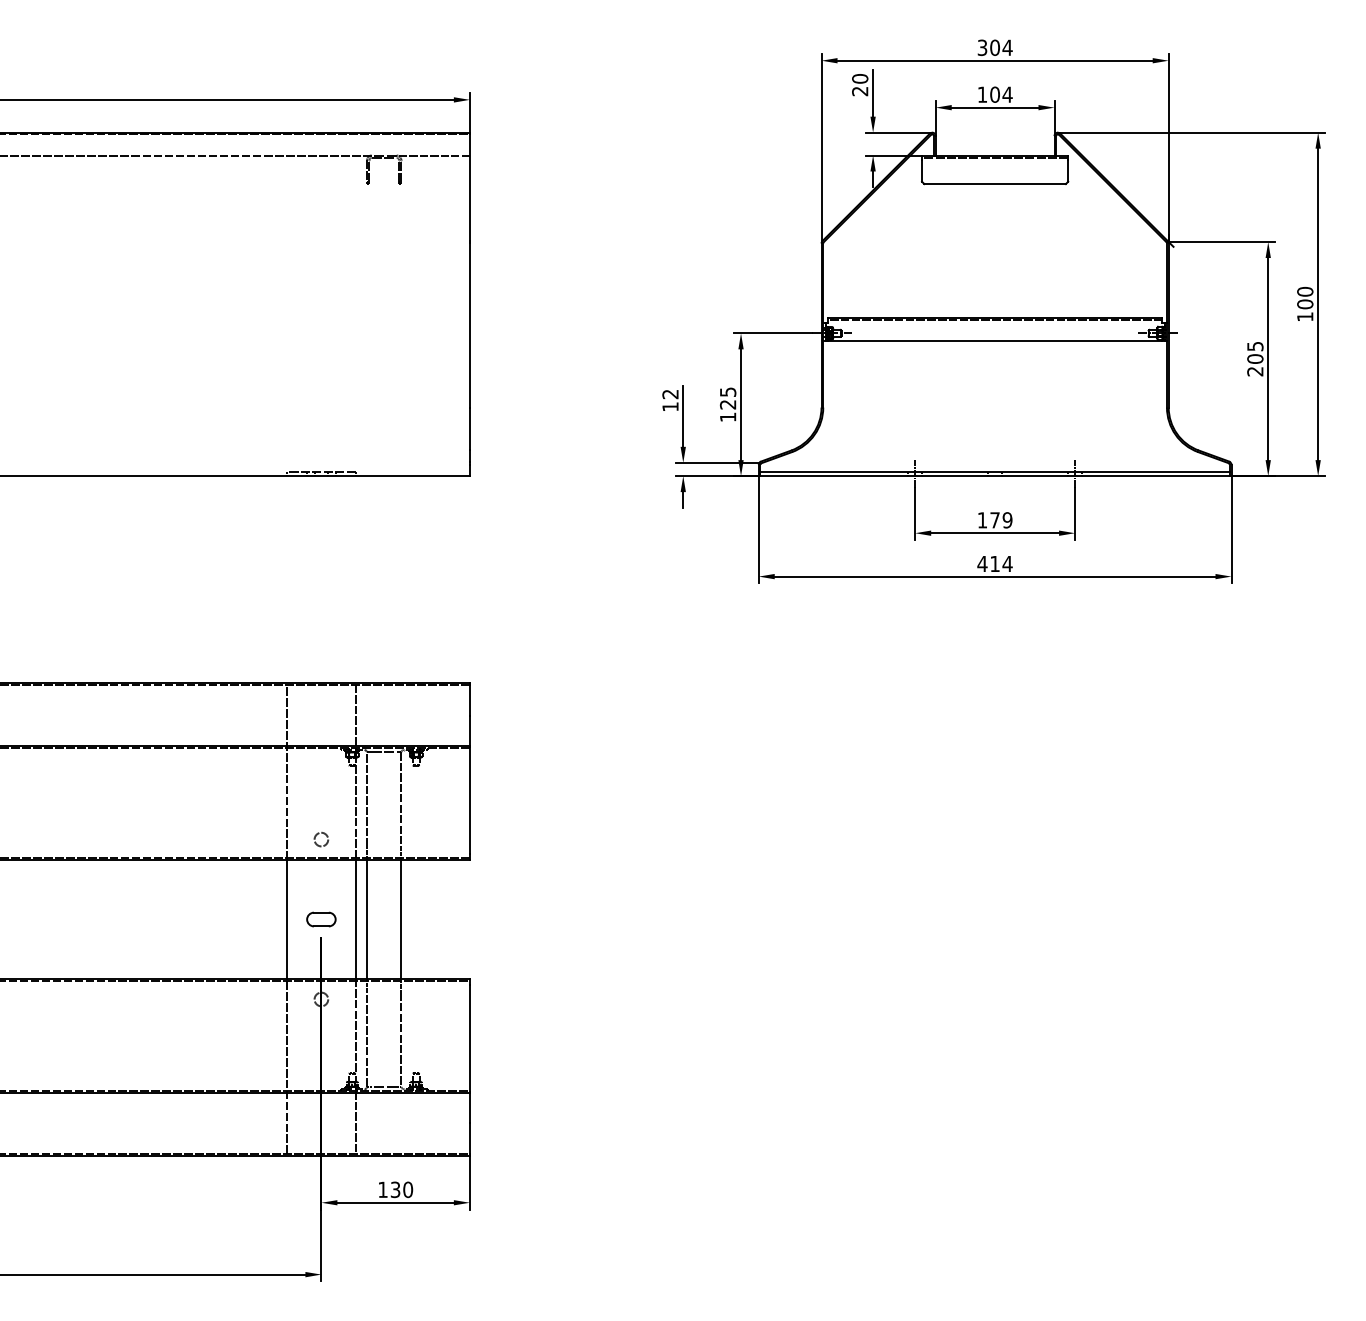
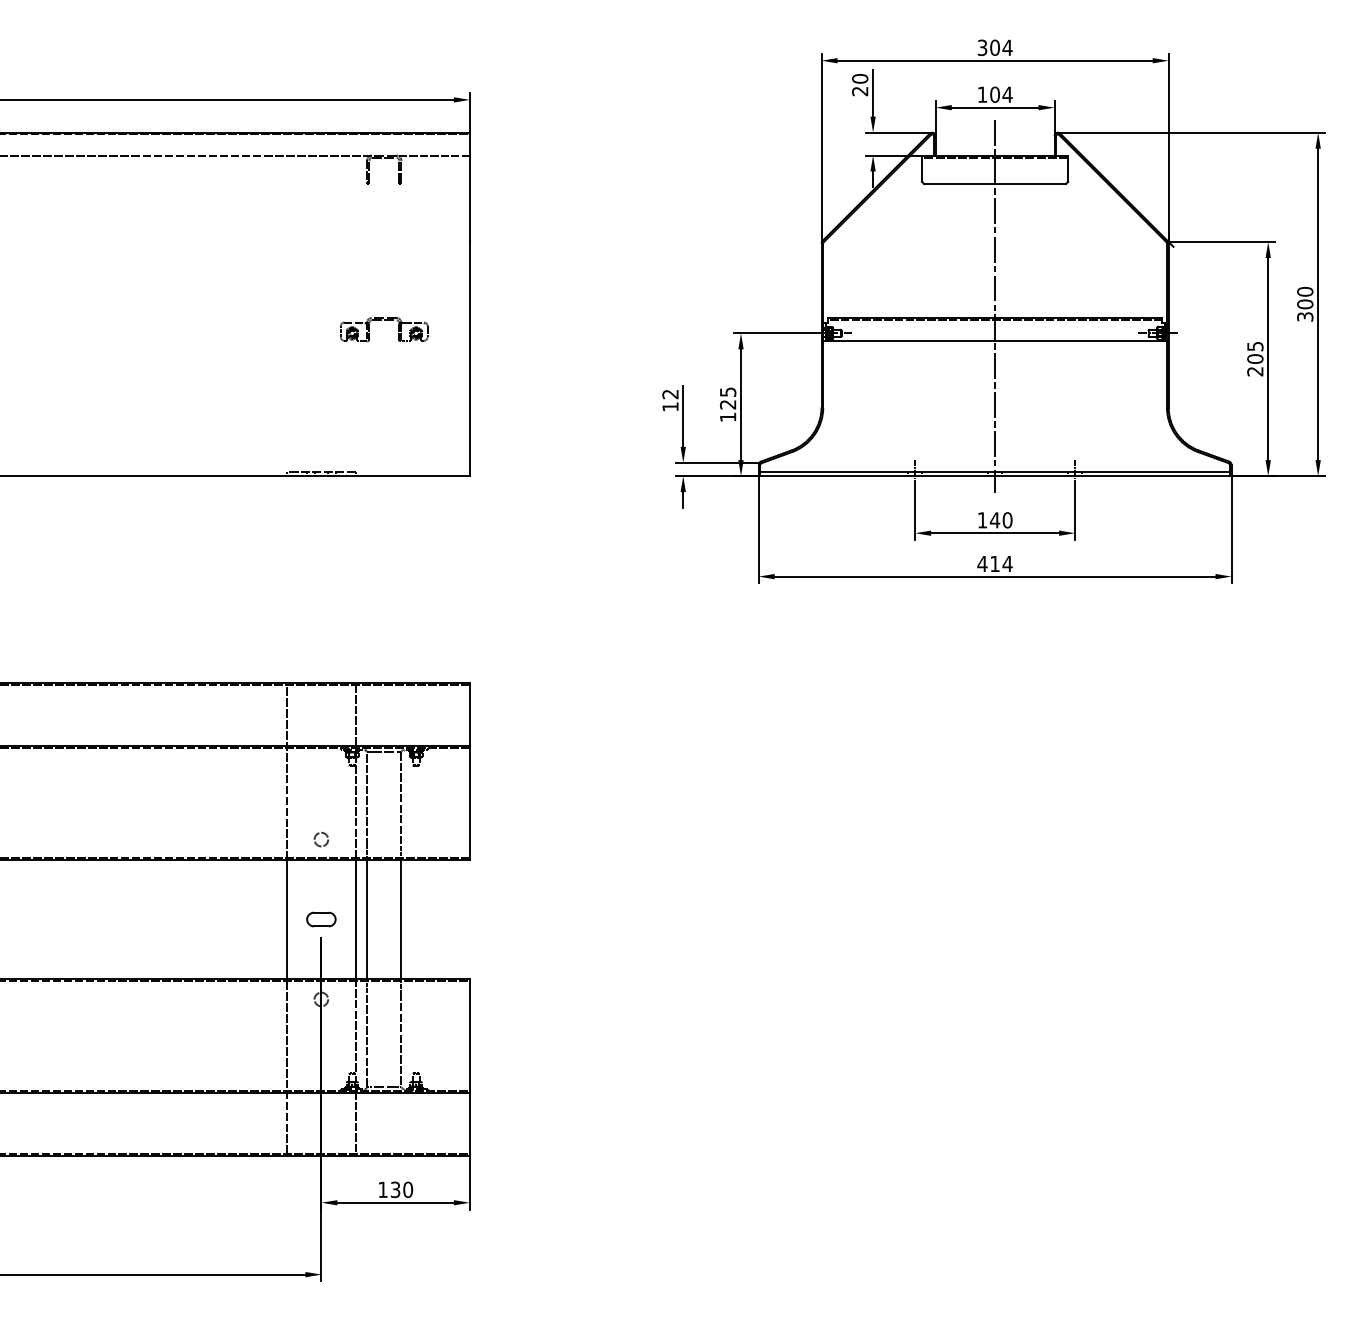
line at (995, 306): none -> present
text at (1305, 316): 100 -> 300
part at (384, 320): none -> present
text at (1000, 520): 179 -> 140
